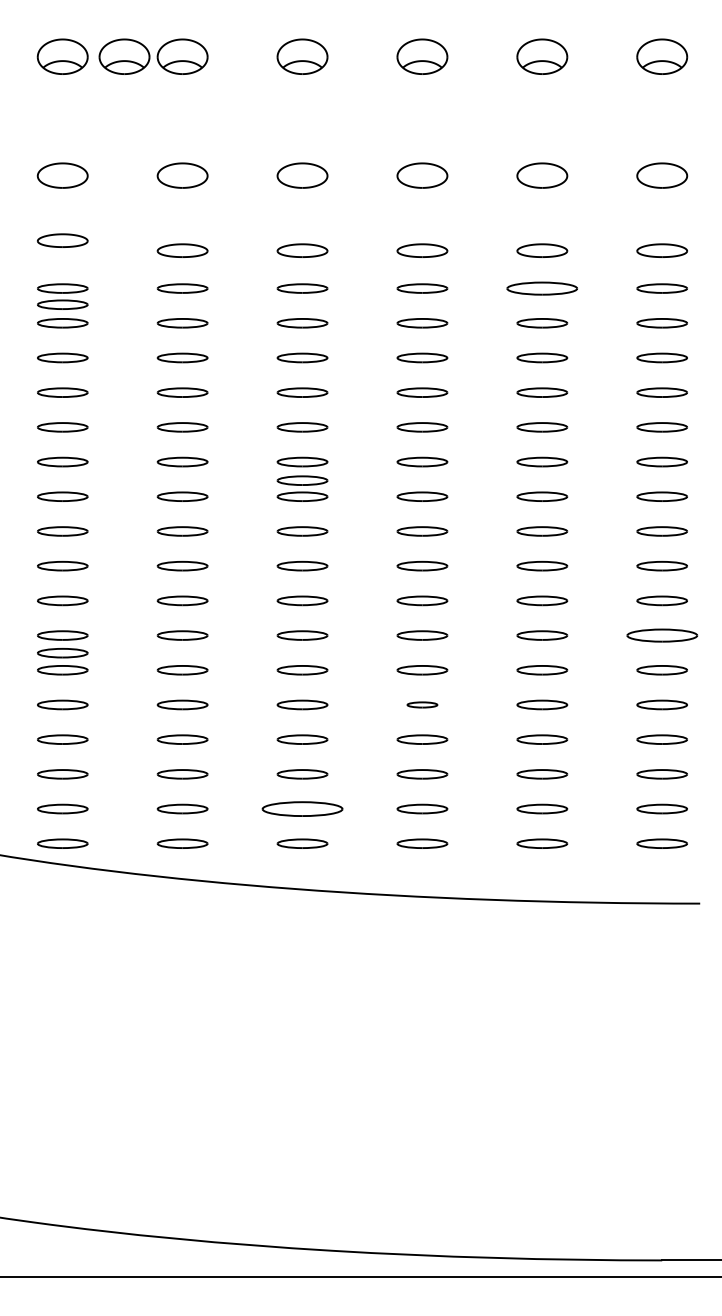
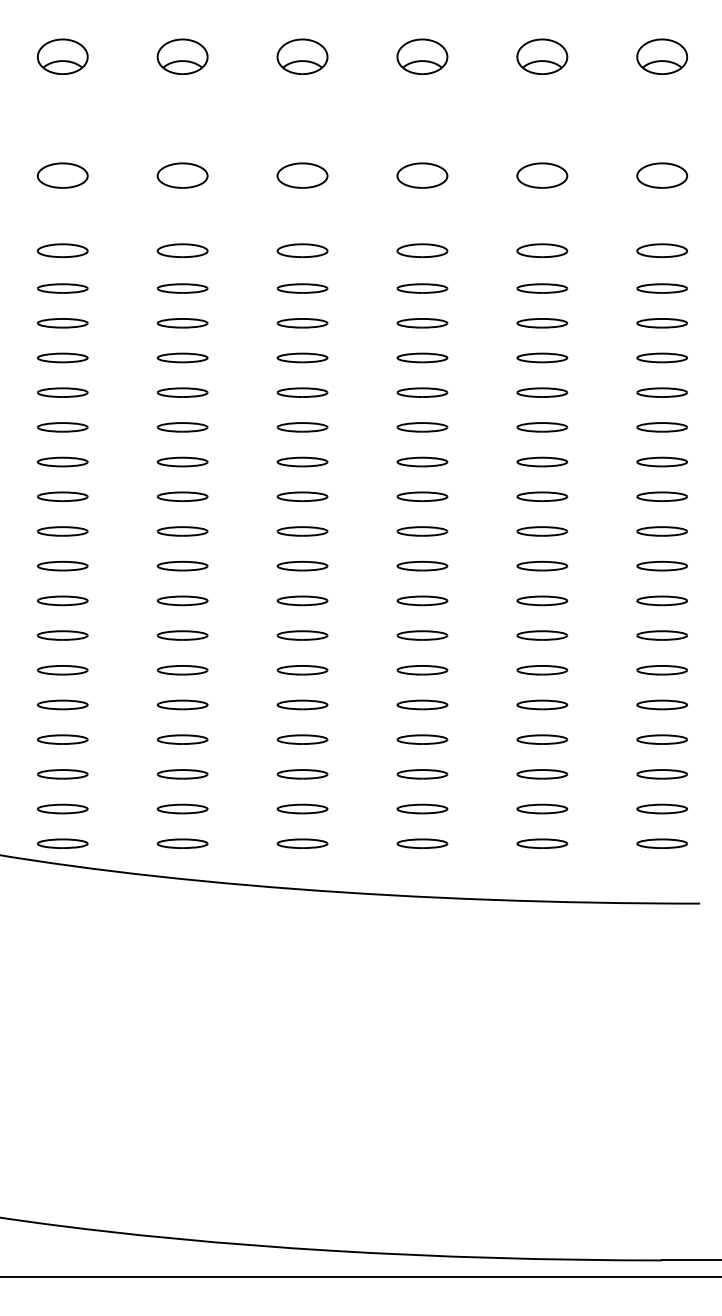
part at (124, 56): present -> none
part at (62, 240) position: (62, 240) -> (62, 250)
part at (541, 288) size: 72x15 px -> 53x11 px
part at (62, 304): present -> none
part at (302, 480): present -> none
part at (662, 635) size: 73x15 px -> 52x11 px
part at (62, 653): present -> none
part at (422, 704) size: 33x8 px -> 53x12 px
part at (302, 808) size: 83x16 px -> 53x12 px
